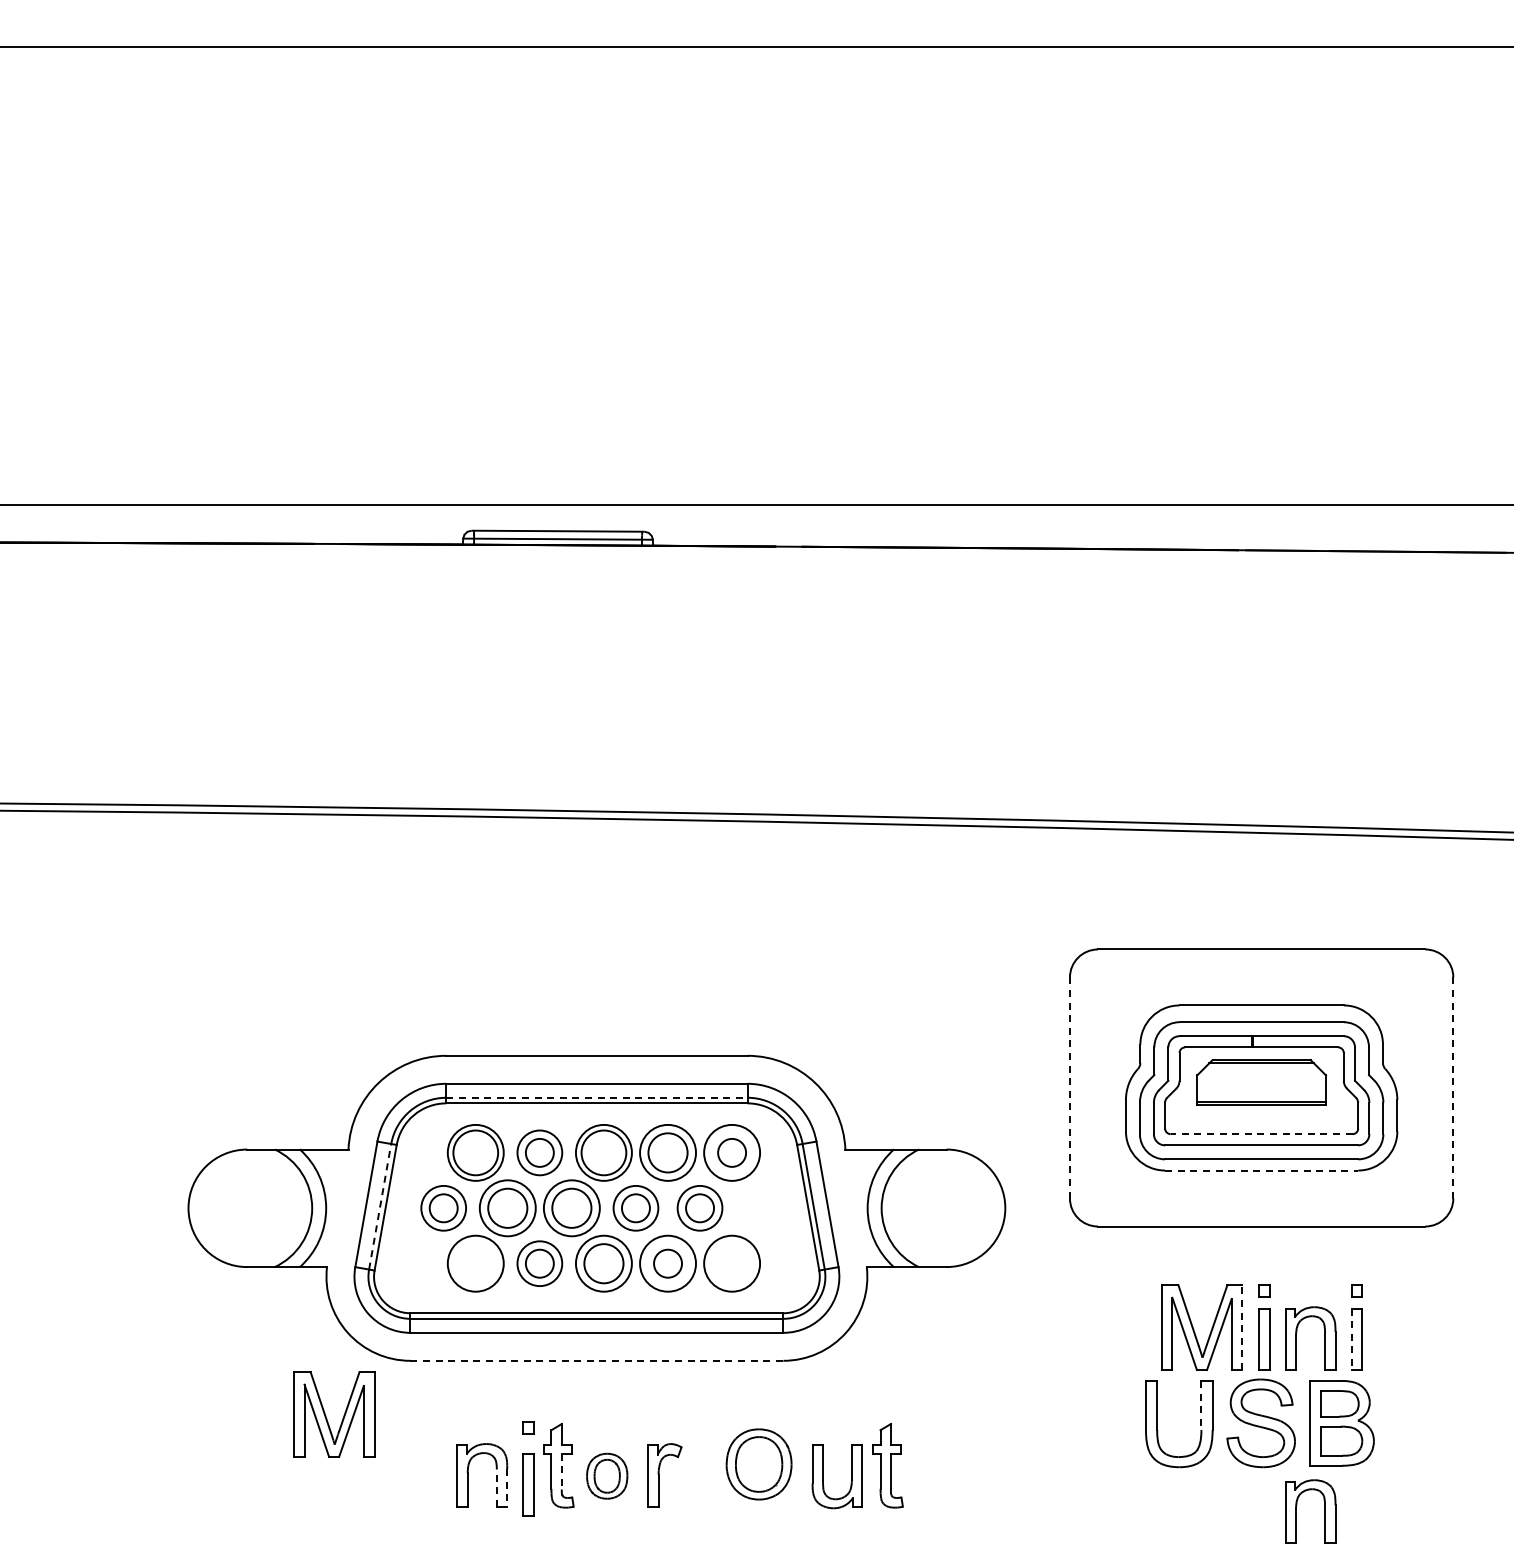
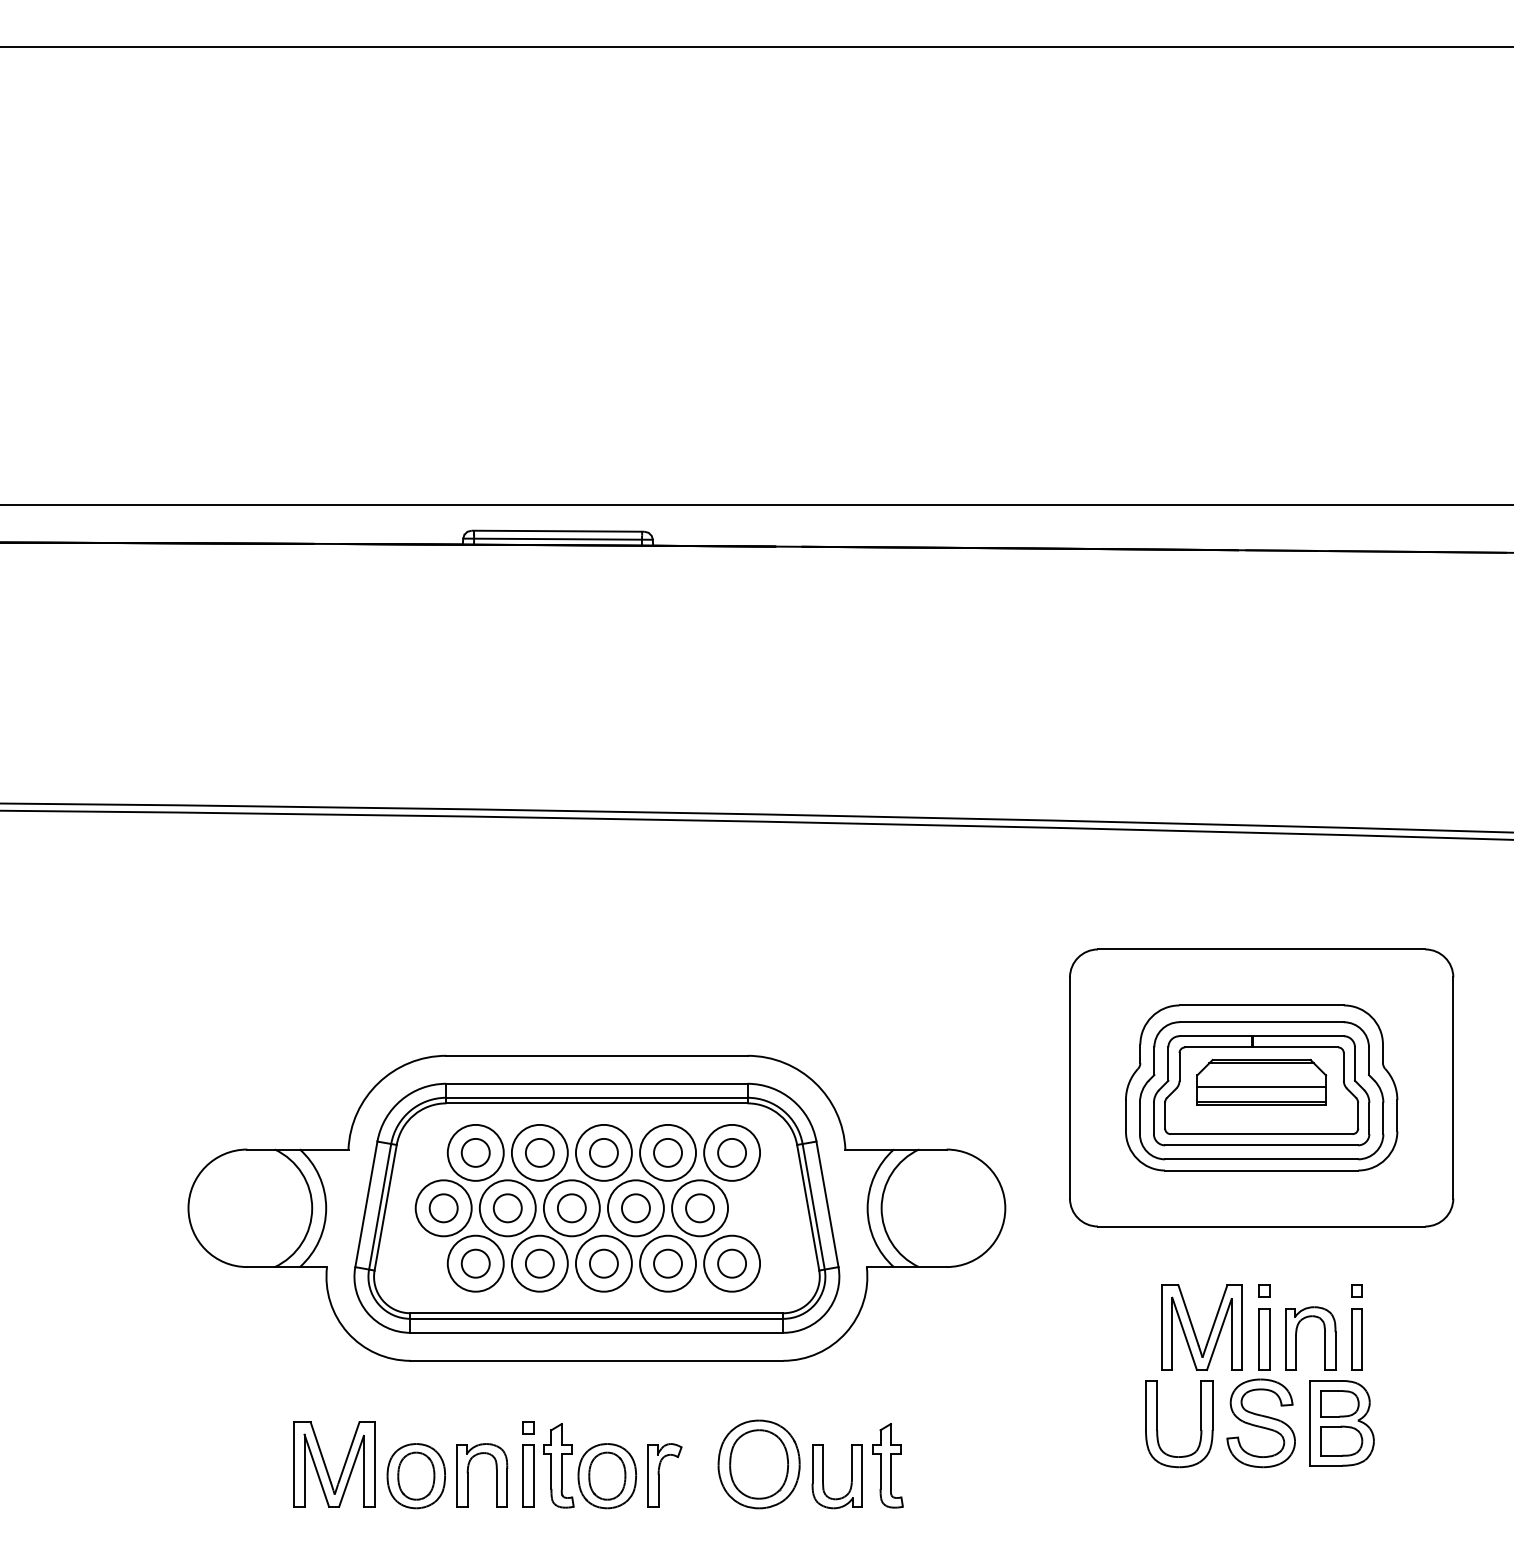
line at (1261, 1086): none -> present
line at (1069, 1087): dashed -> solid
line at (1453, 1087): dashed -> solid
line at (596, 1097): dashed -> solid
line at (1261, 1134): dashed -> solid
circle at (475, 1152) diameter: 45 px -> 28 px
circle at (539, 1152) diameter: 45 px -> 56 px
circle at (603, 1152) diameter: 45 px -> 28 px
circle at (667, 1152) diameter: 39 px -> 28 px
line at (1261, 1170): dashed -> solid
line at (380, 1206): dashed -> solid
circle at (443, 1207) diameter: 45 px -> 56 px
circle at (507, 1207) diameter: 39 px -> 28 px
circle at (571, 1207) diameter: 39 px -> 28 px
circle at (635, 1207) diameter: 45 px -> 56 px
circle at (699, 1207) diameter: 45 px -> 56 px
circle at (475, 1263): none -> present
circle at (539, 1263) diameter: 45 px -> 56 px
circle at (603, 1263) diameter: 39 px -> 28 px
circle at (731, 1263): none -> present
line at (1242, 1327): dashed -> solid
line at (1351, 1339): dashed -> solid
line at (596, 1360): dashed -> solid
line at (1201, 1405): dashed -> solid
part at (326, 1415) position: (326, 1415) -> (326, 1465)
part at (758, 1464) size: 68x73 px -> 84x91 px
line at (561, 1471): dashed -> solid
part at (607, 1475) size: 43x48 px -> 60x67 px
part at (415, 1476): none -> present
part at (528, 1484) position: (528, 1484) -> (528, 1475)
line at (496, 1488): dashed -> solid
line at (507, 1488): dashed -> solid
part at (1296, 1511): present -> none
